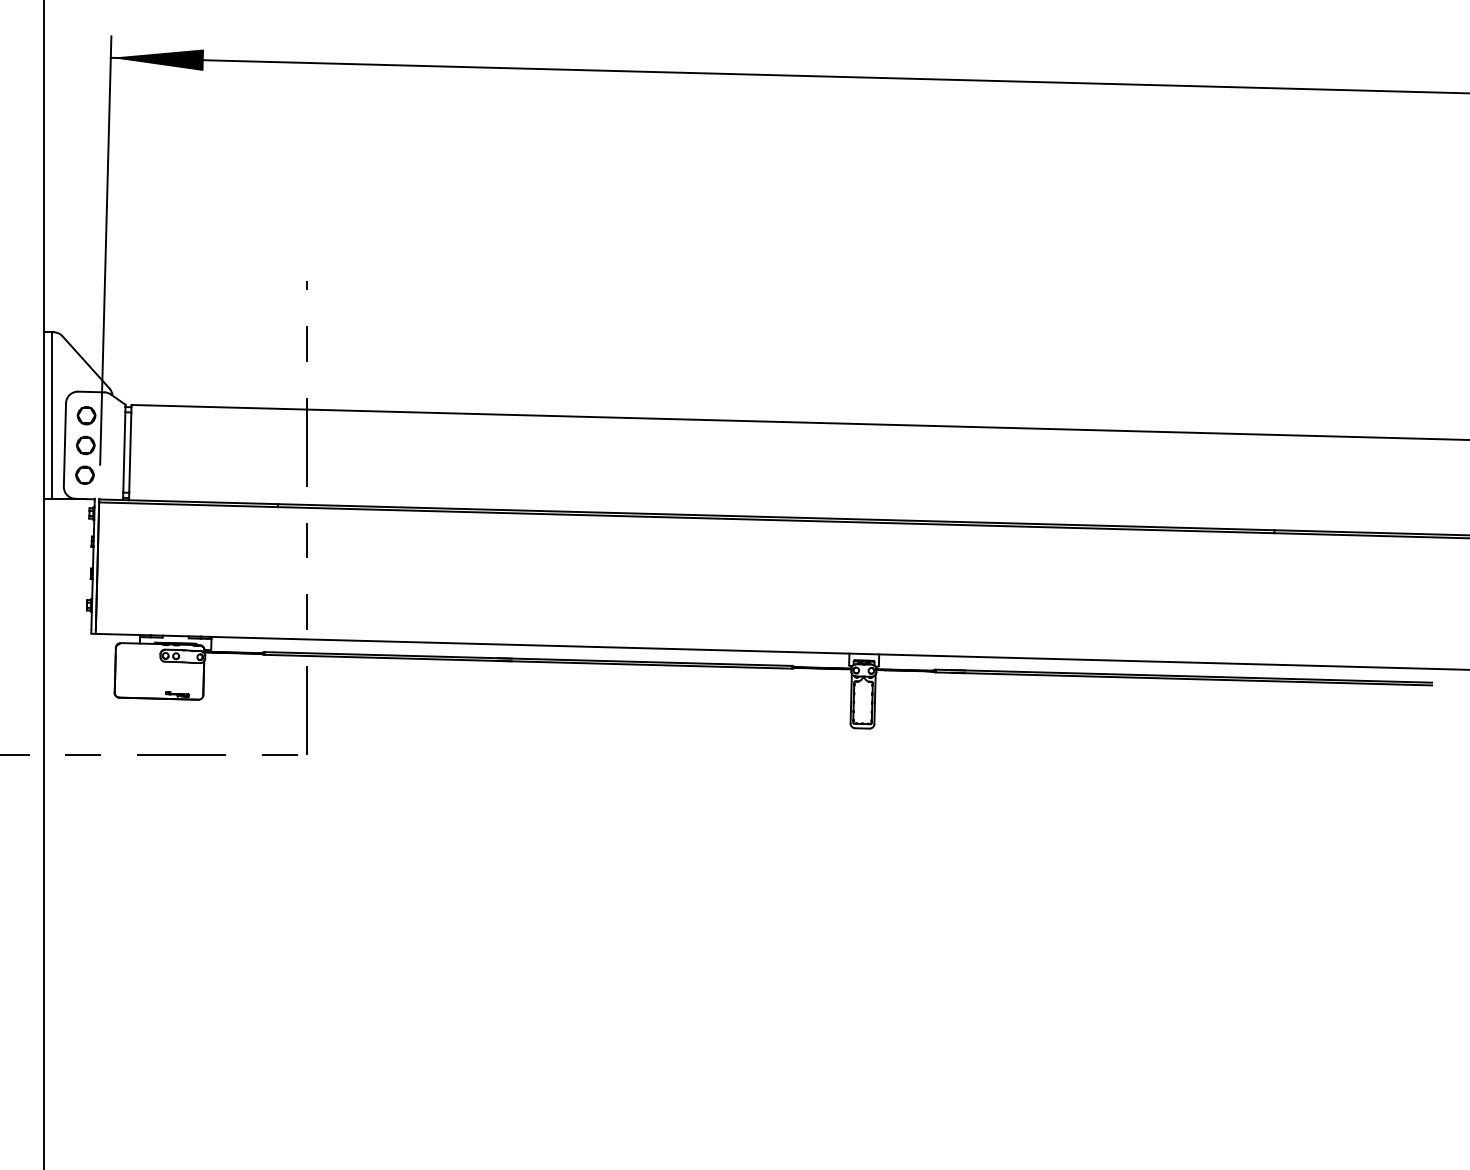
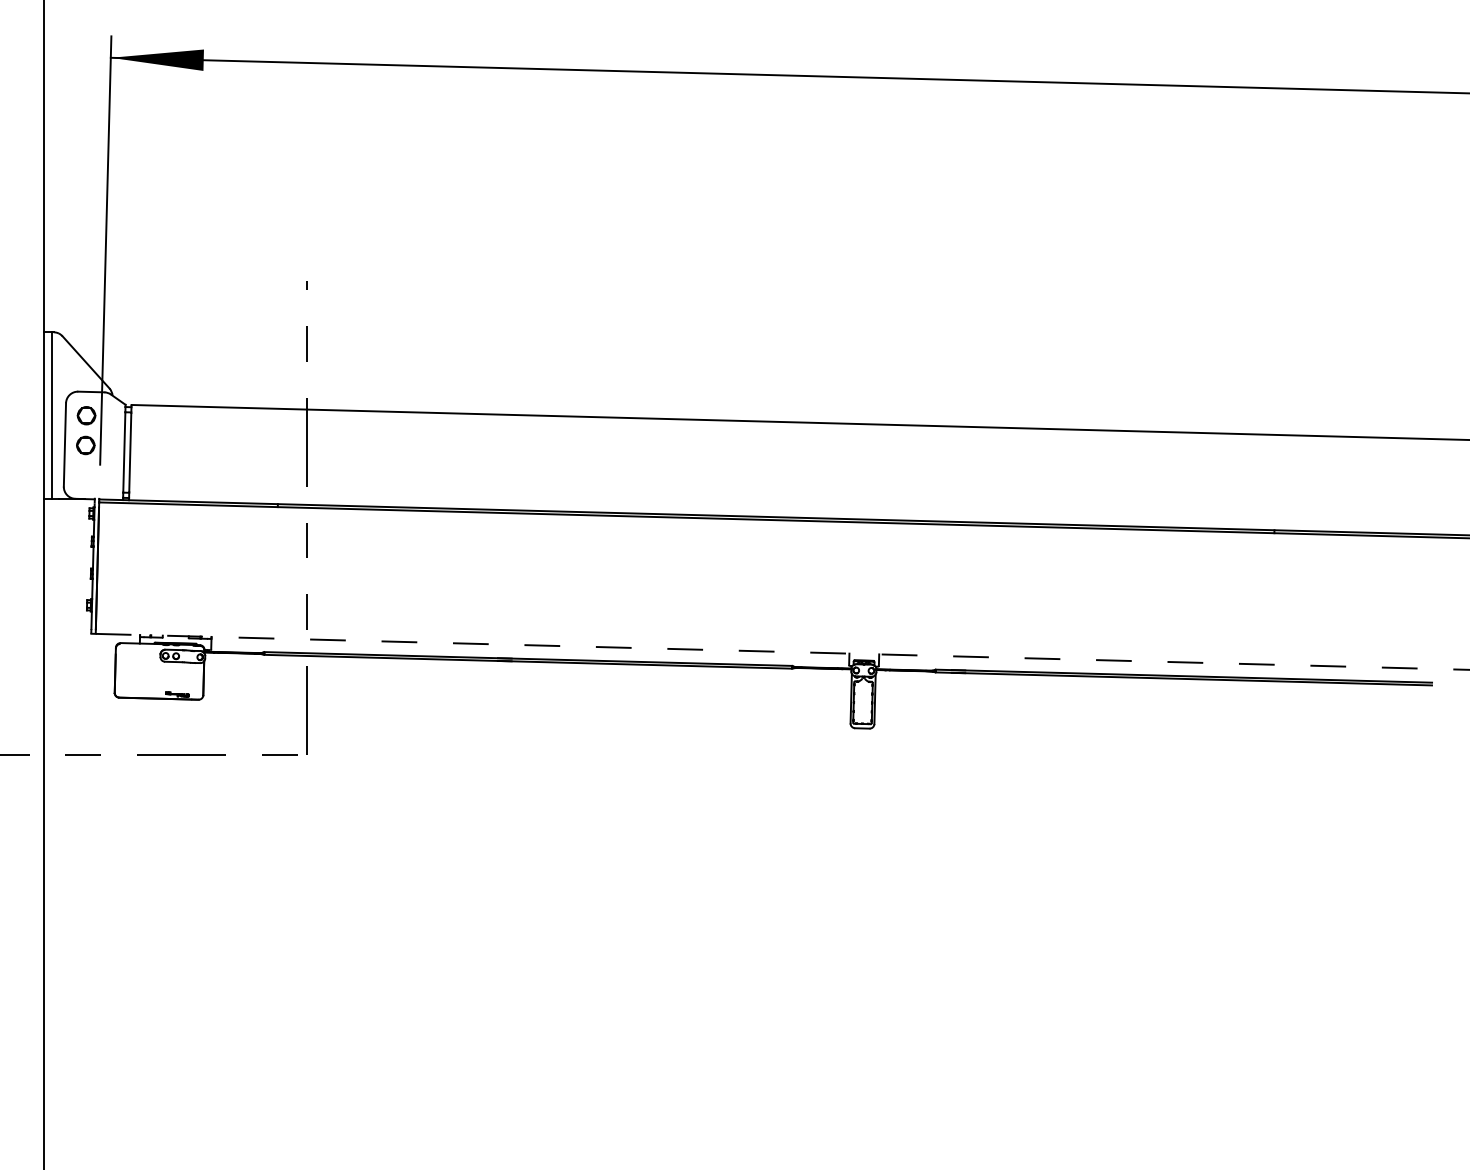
circle at (84, 474): present -> none
line at (782, 651): solid -> dashed
